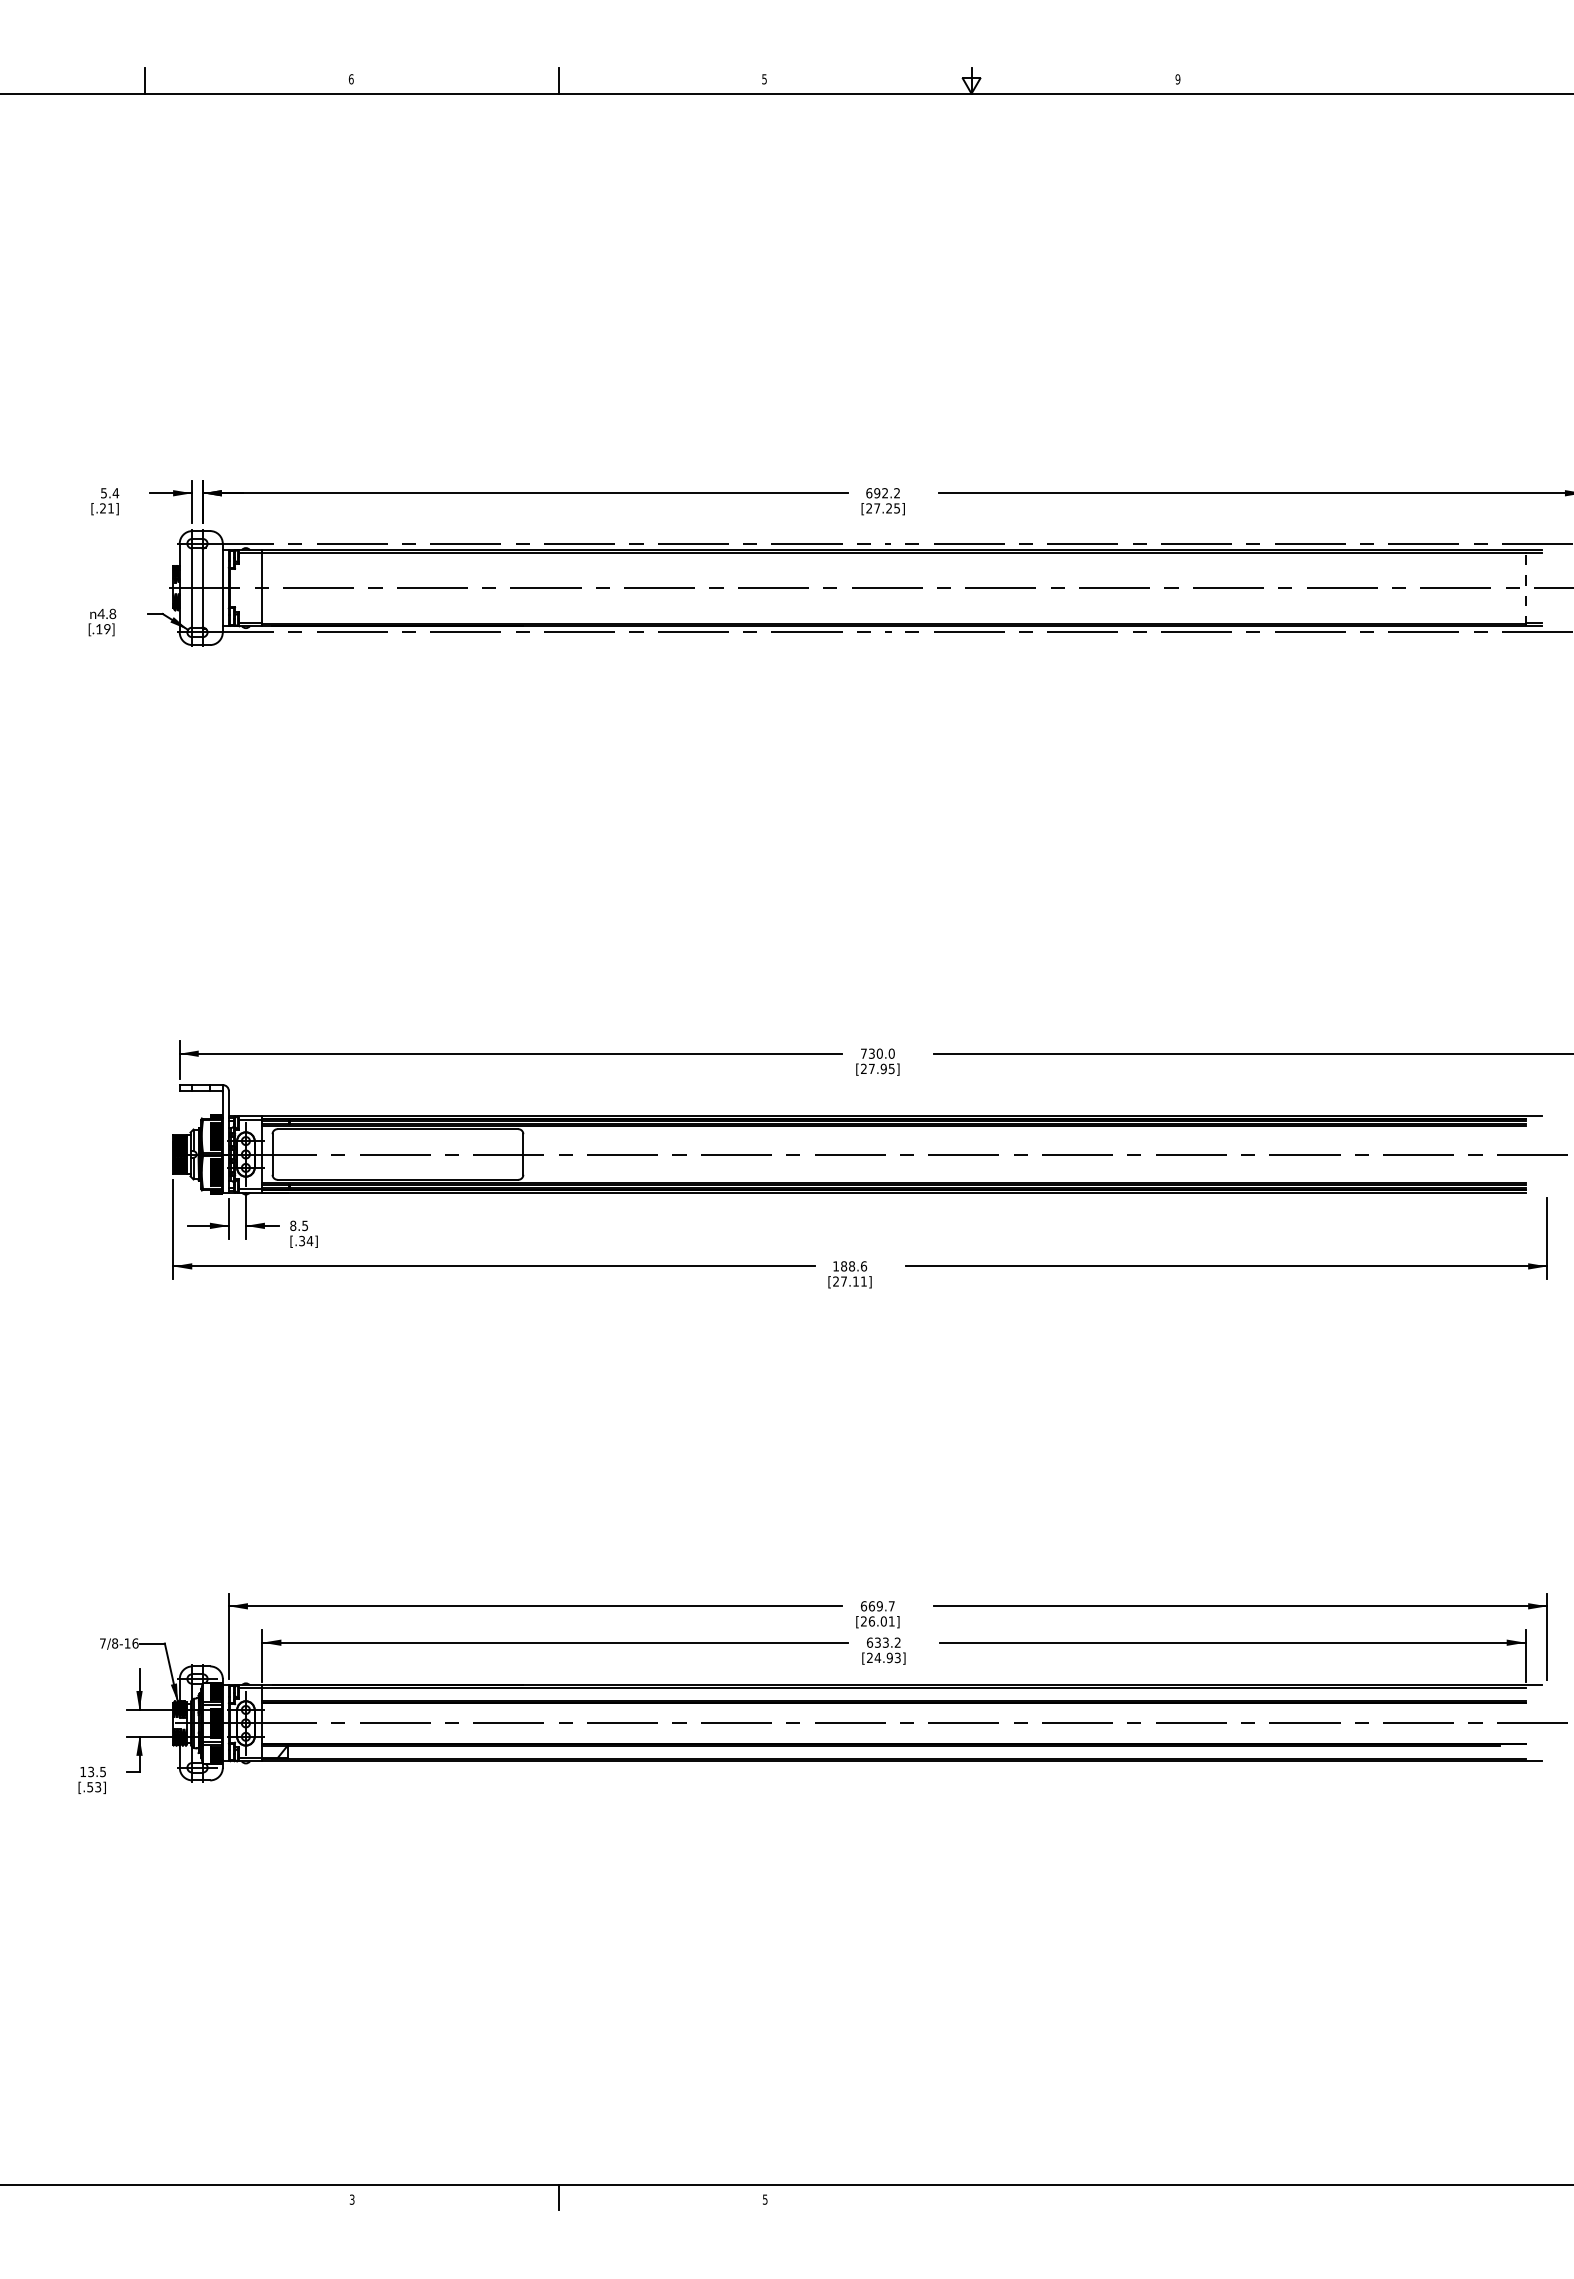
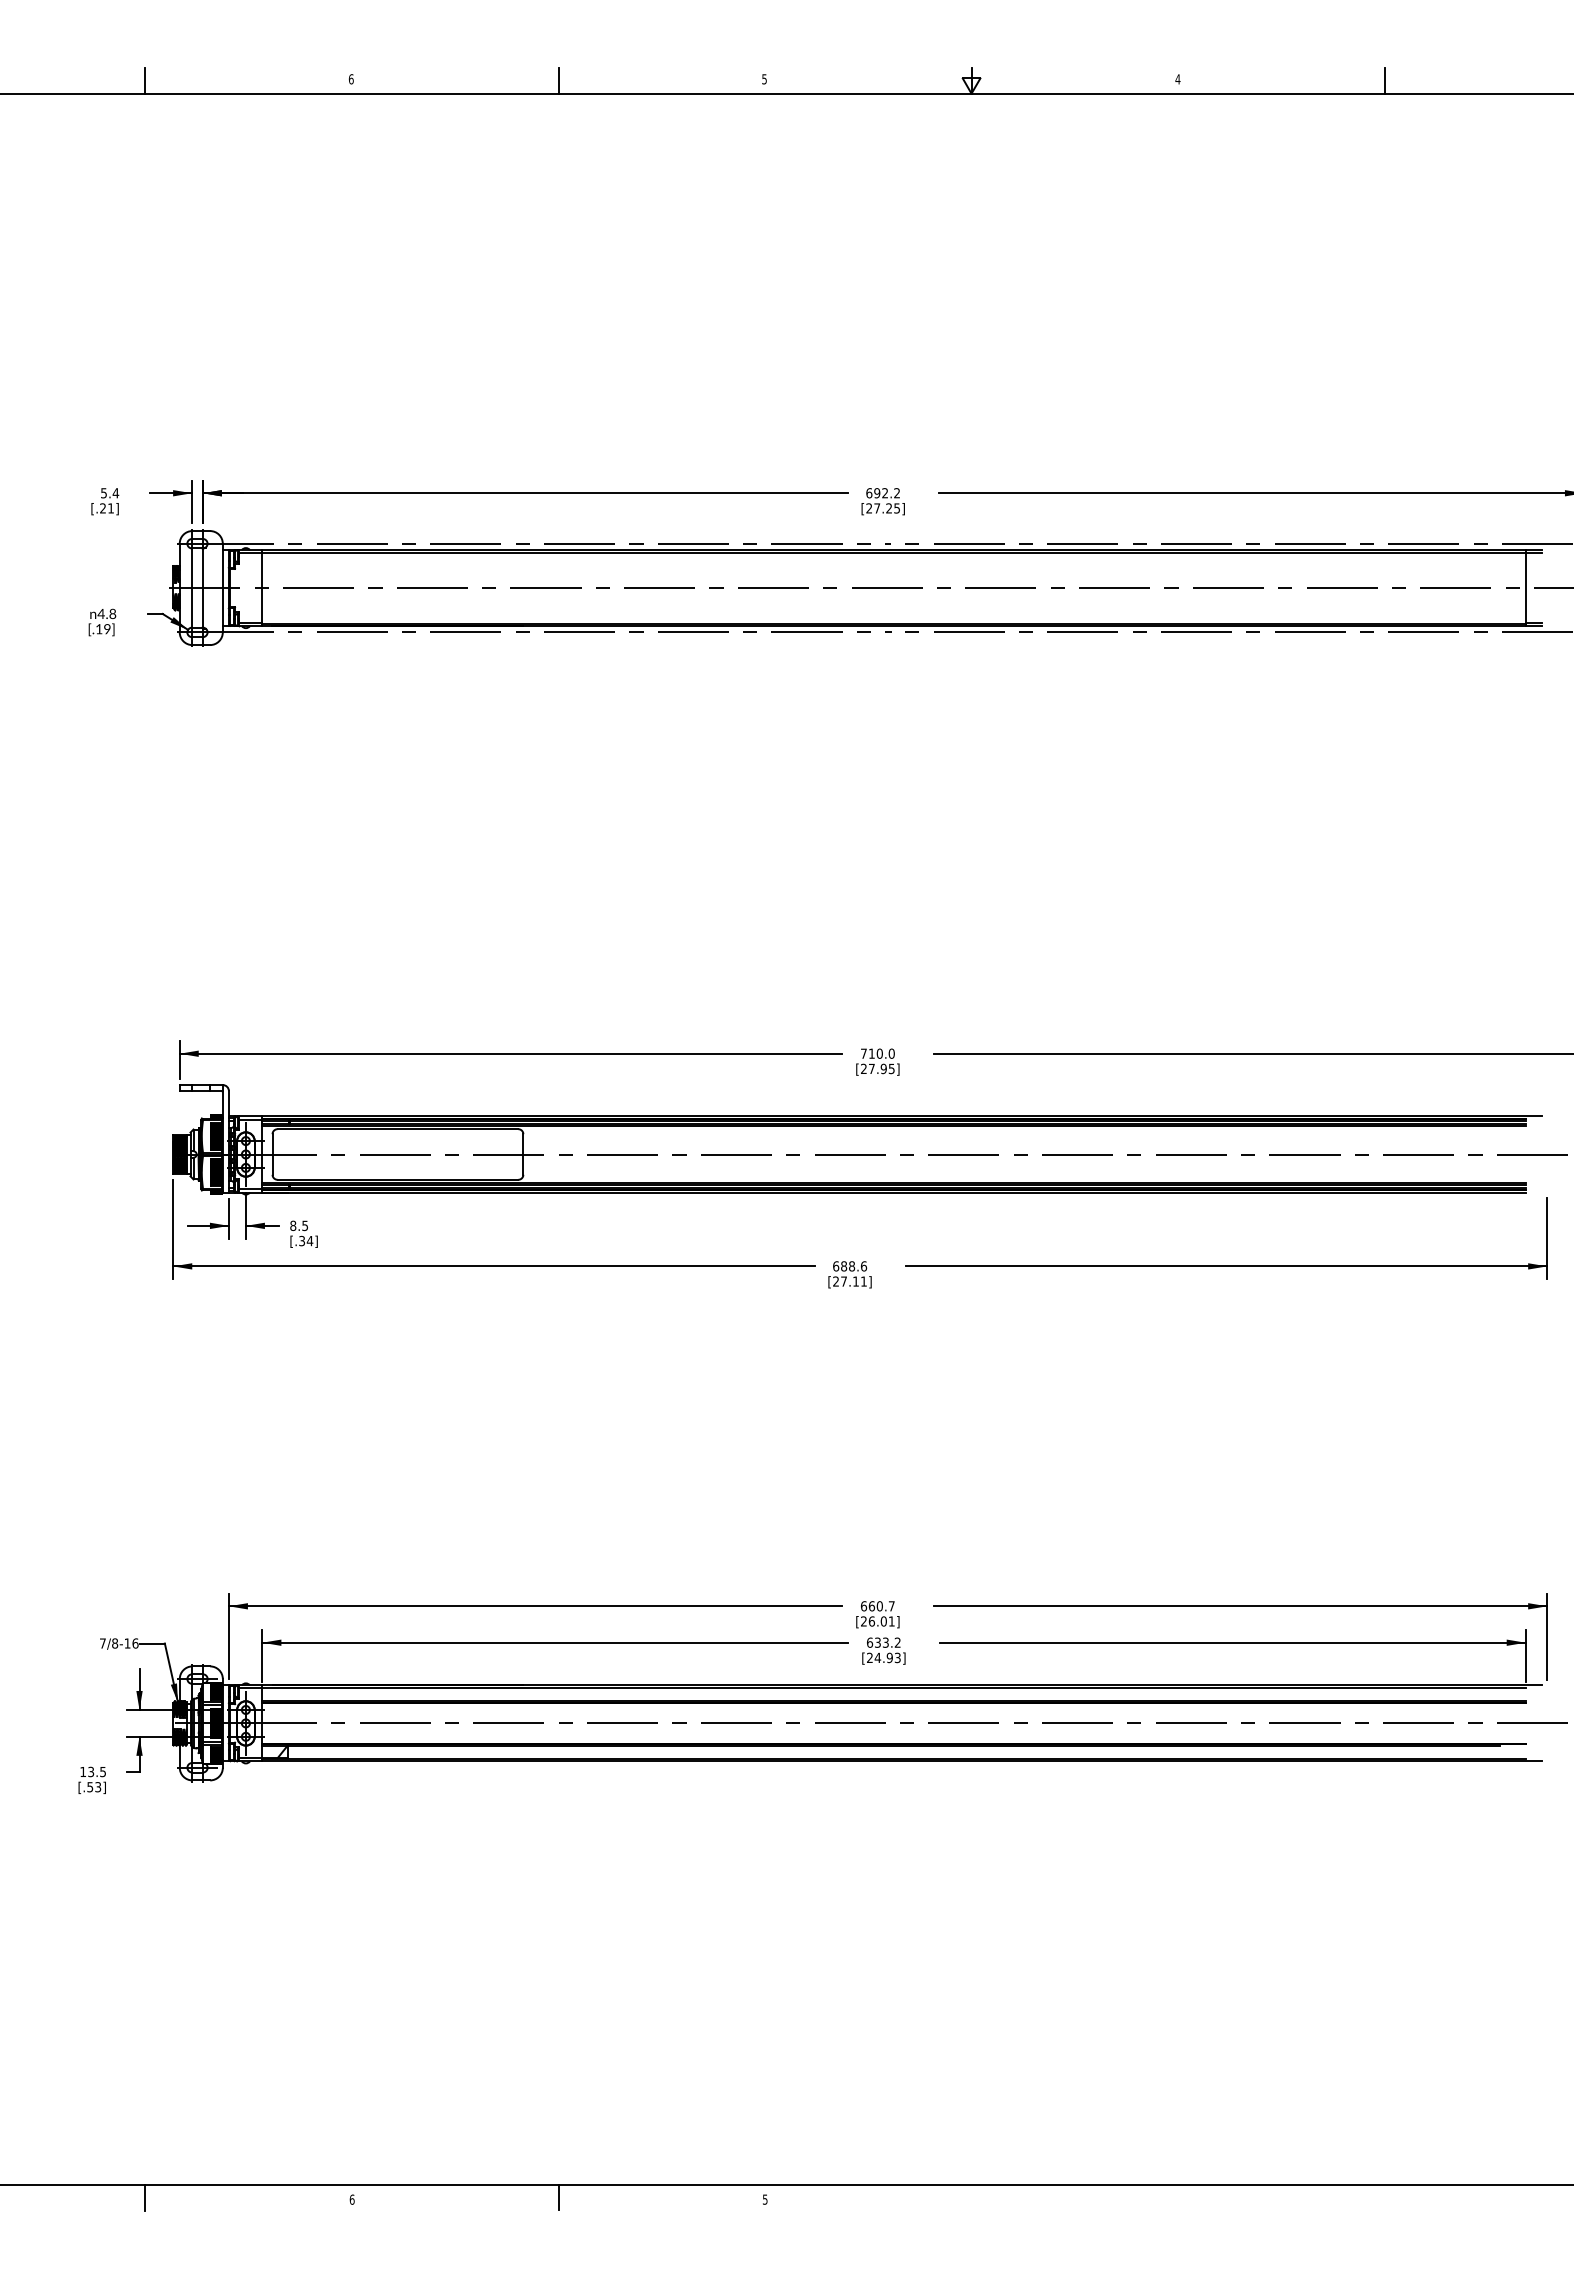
text at (1177, 79): 9 -> 4
line at (1384, 80): none -> present
line at (1525, 587): dashed -> solid
text at (871, 1053): 730.0 -> 710.0
text at (836, 1266): 188.6 -> 688.6
text at (879, 1606): 669.7 -> 660.7
line at (145, 2197): none -> present
text at (351, 2199): 3 -> 6
